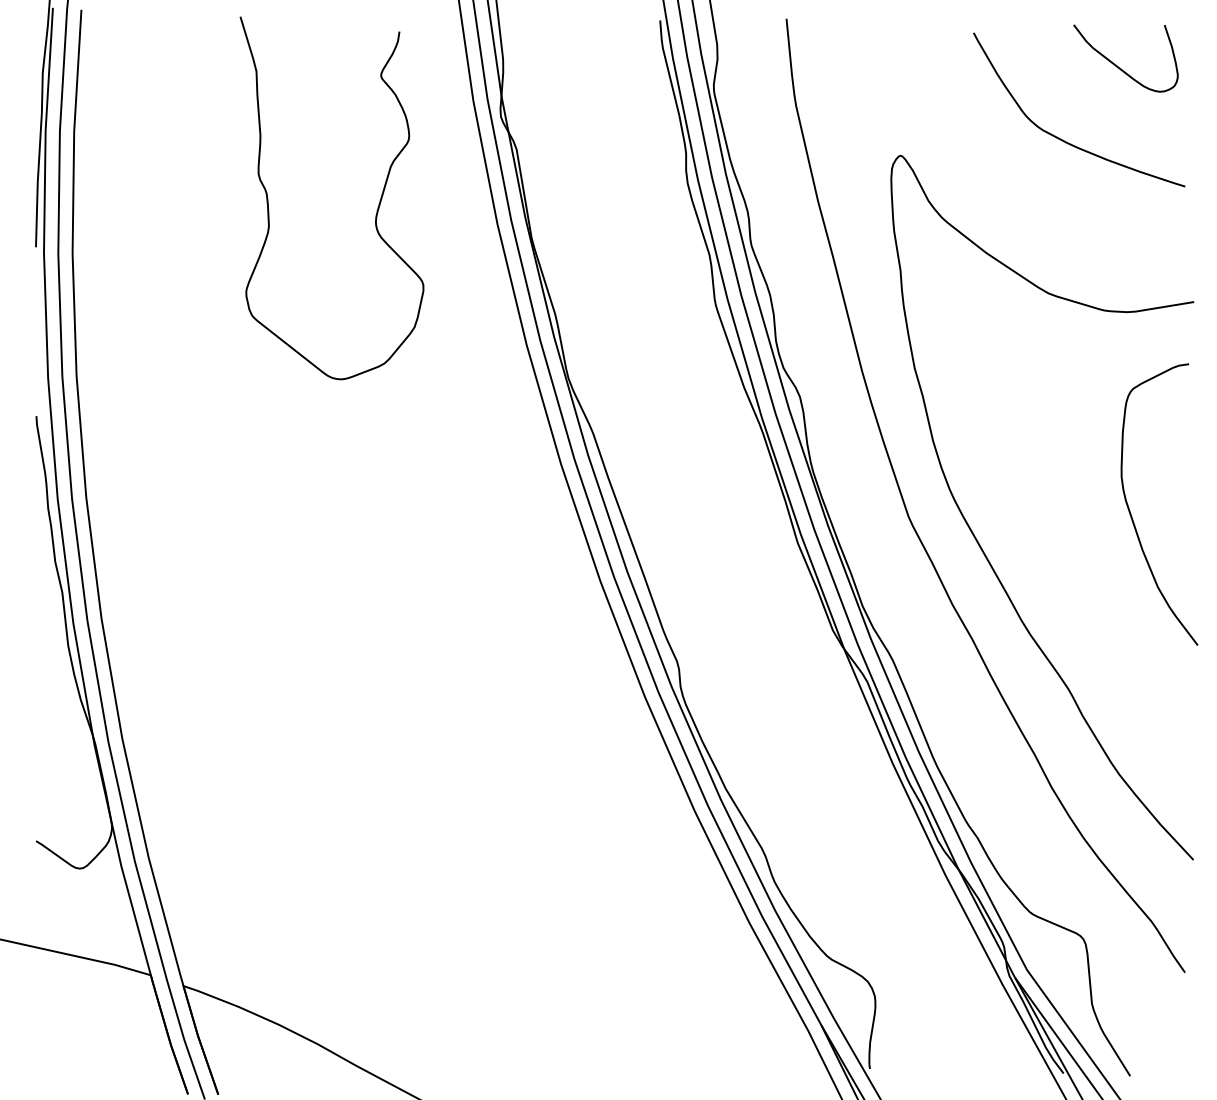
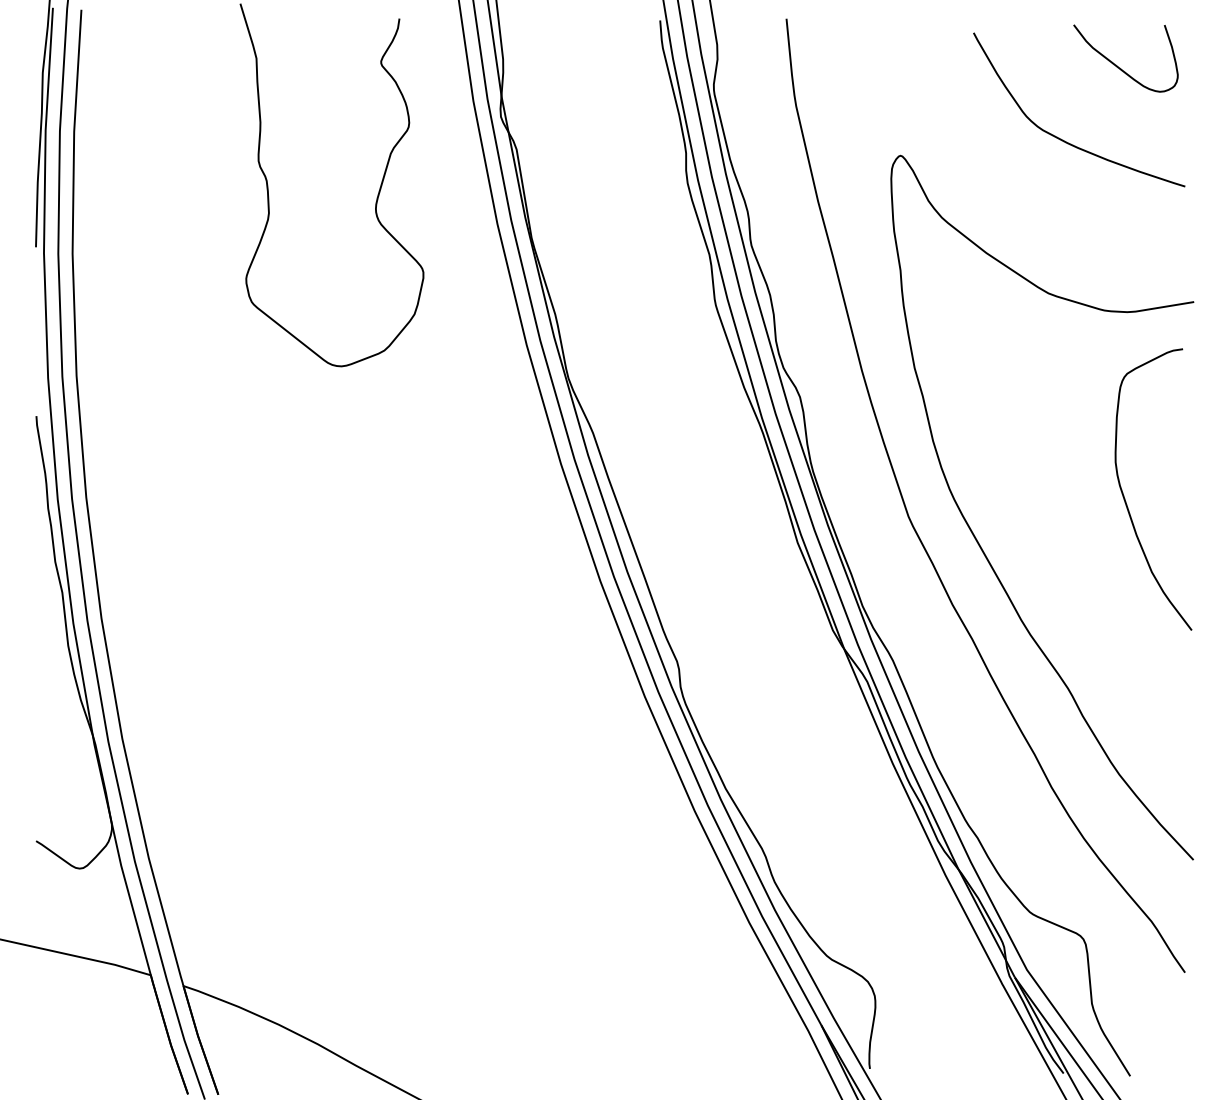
curve at (376, 210) position: (376, 210) -> (376, 197)
curve at (1131, 513) position: (1131, 513) -> (1125, 498)
